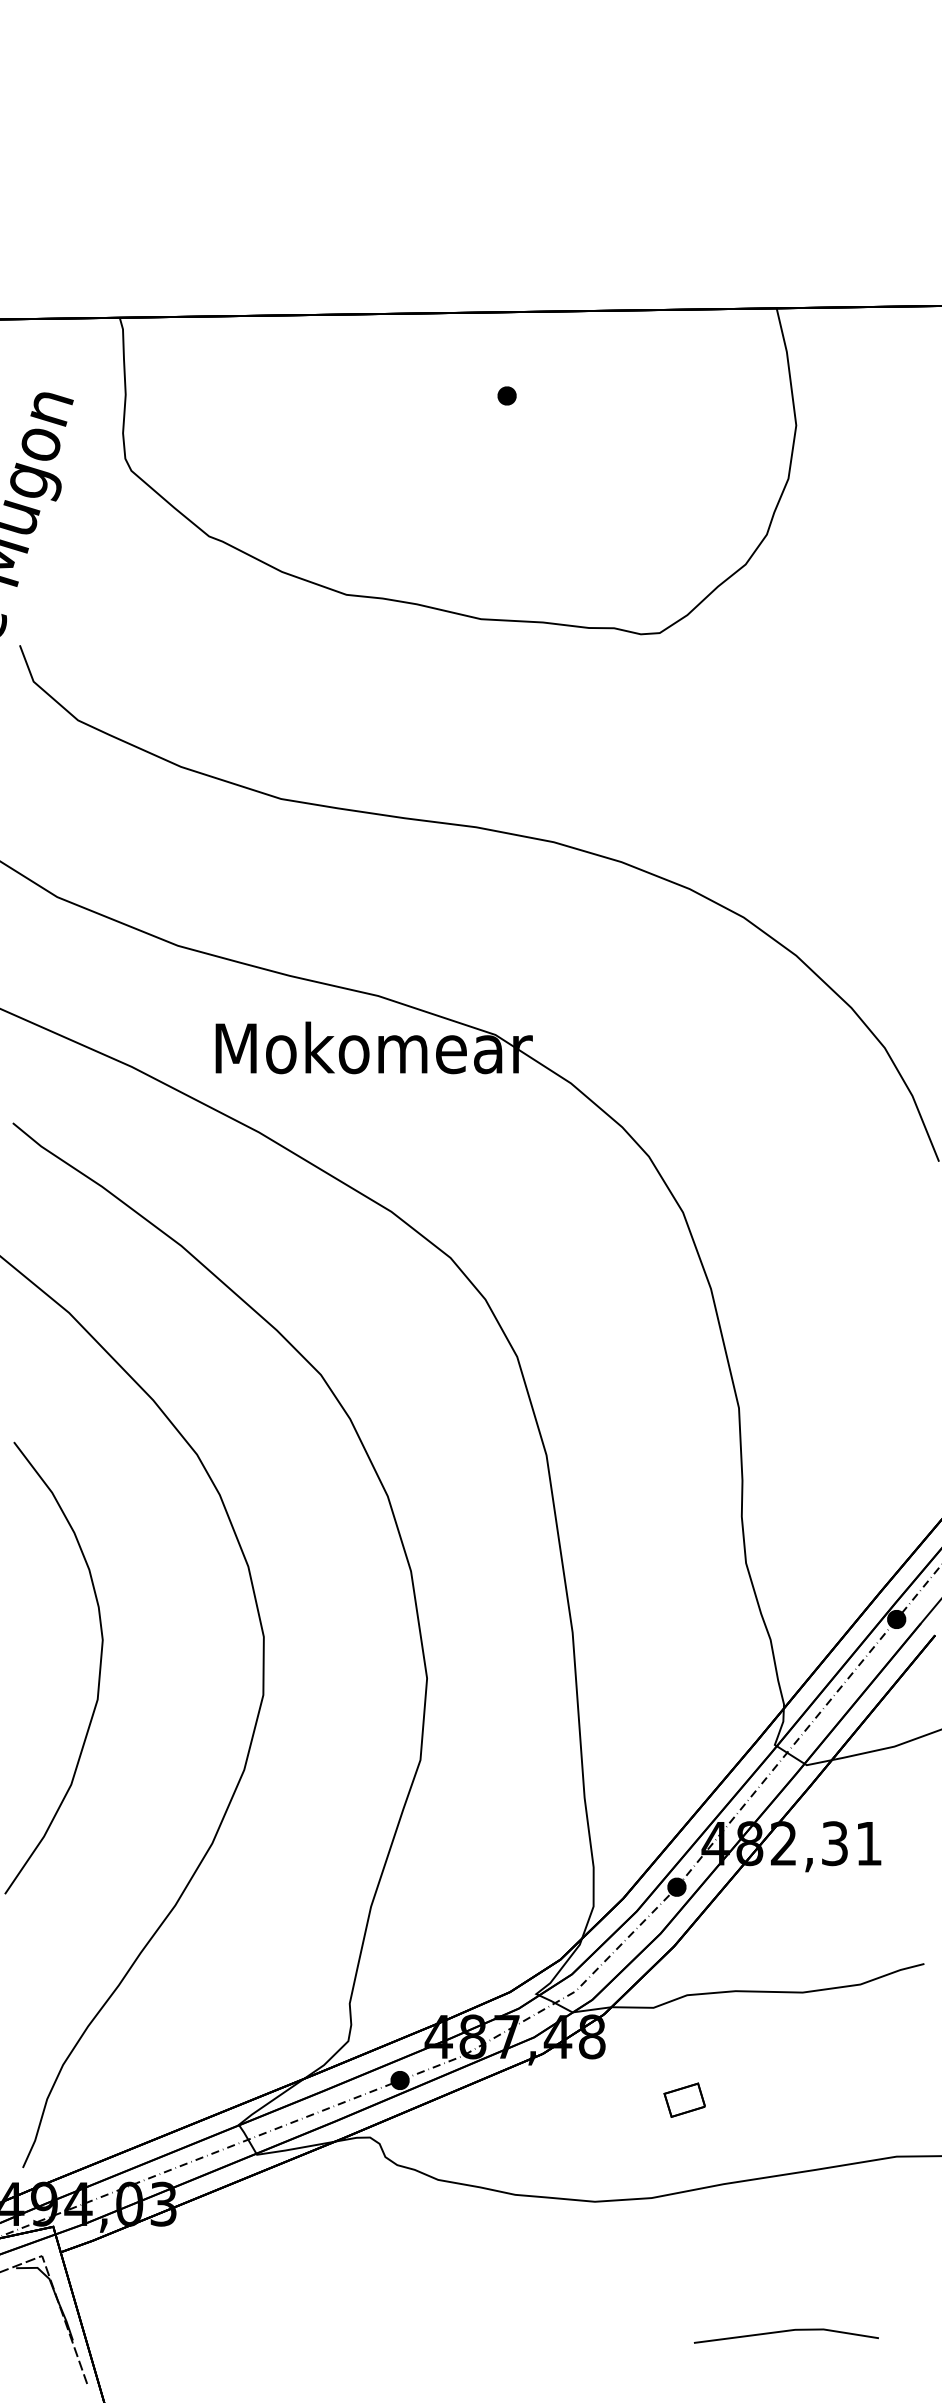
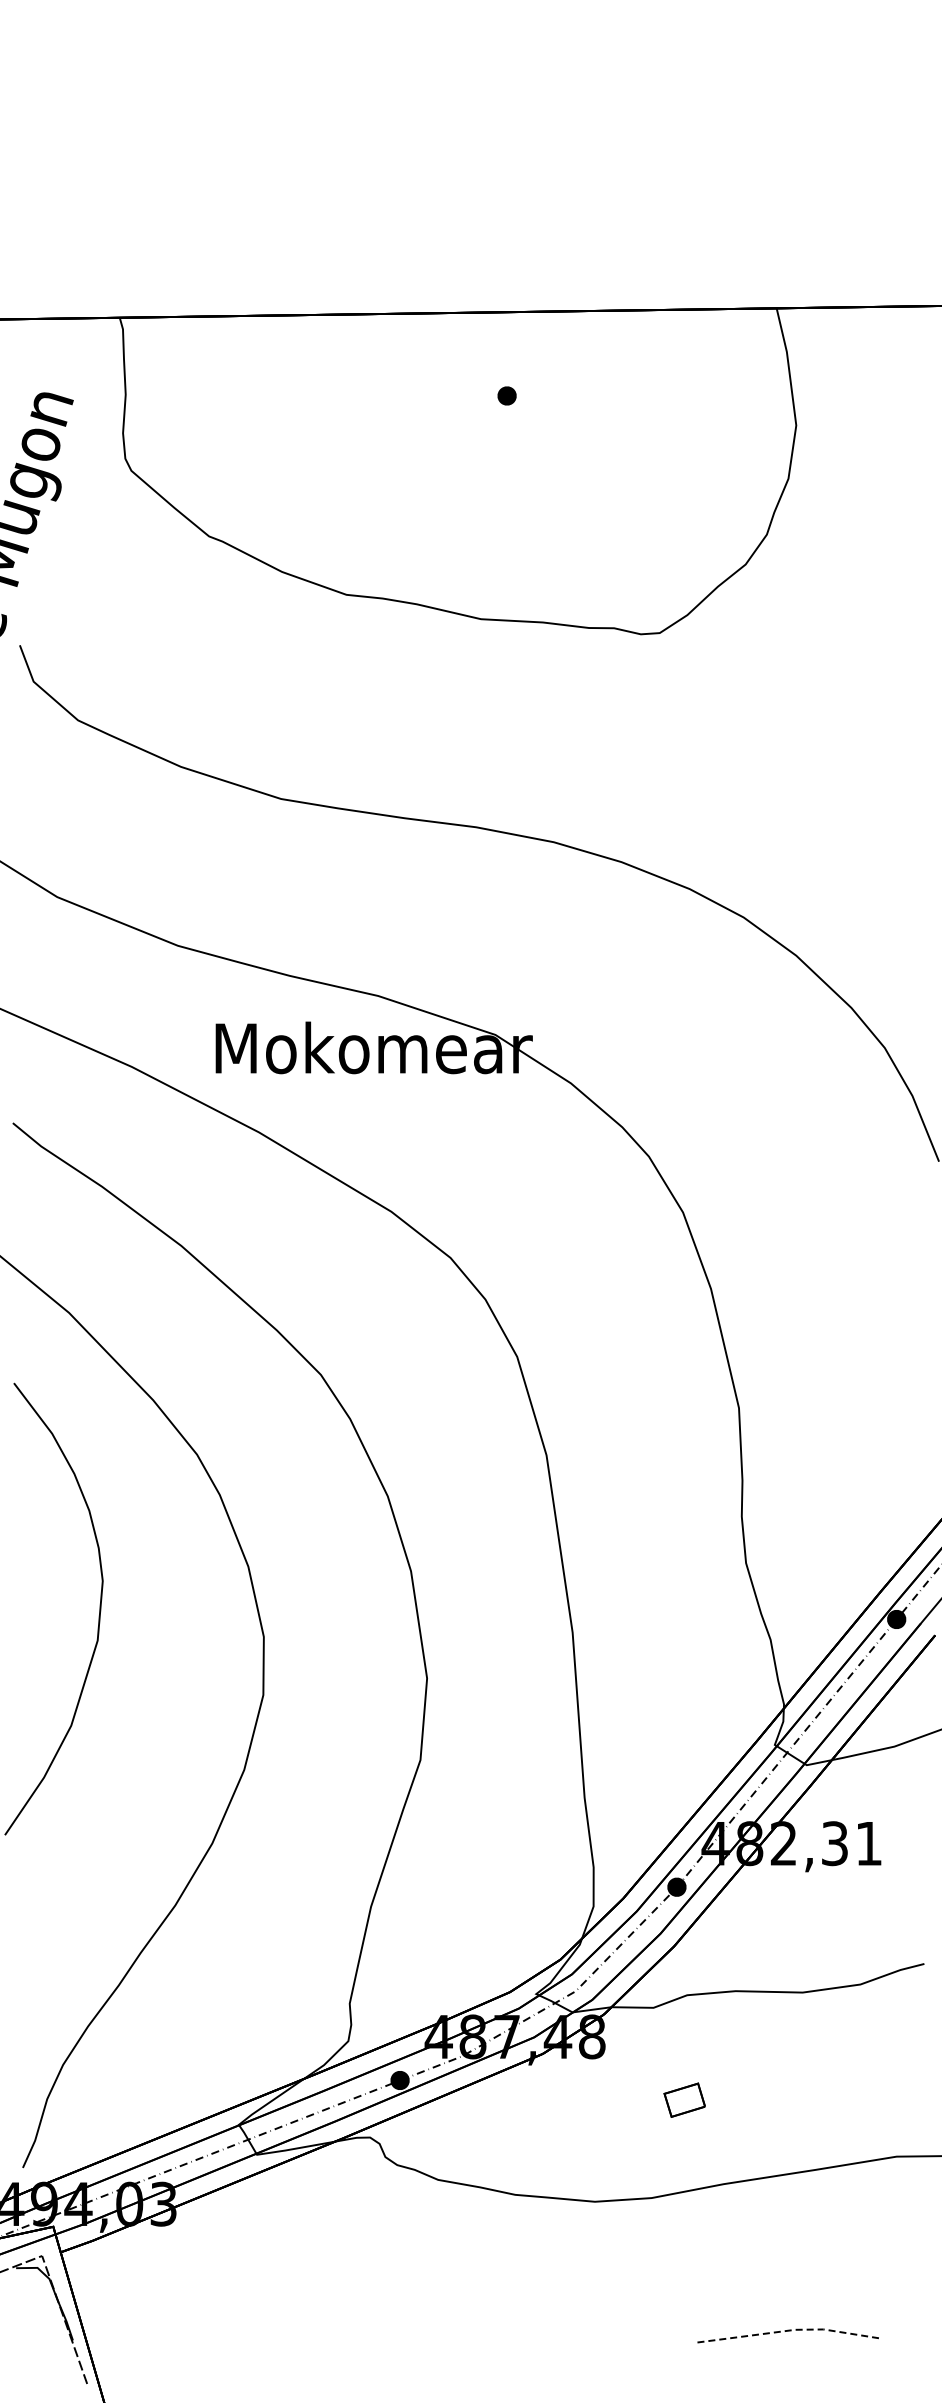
curve at (98, 1675) position: (98, 1675) -> (98, 1616)
line at (787, 2330): solid -> dashed
